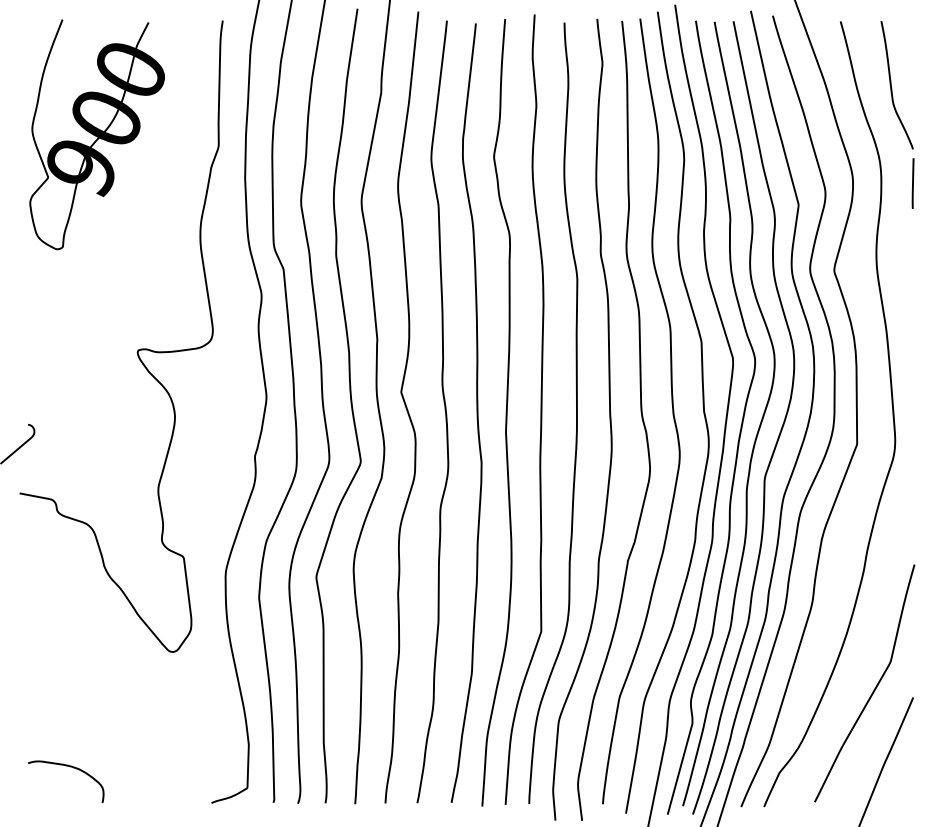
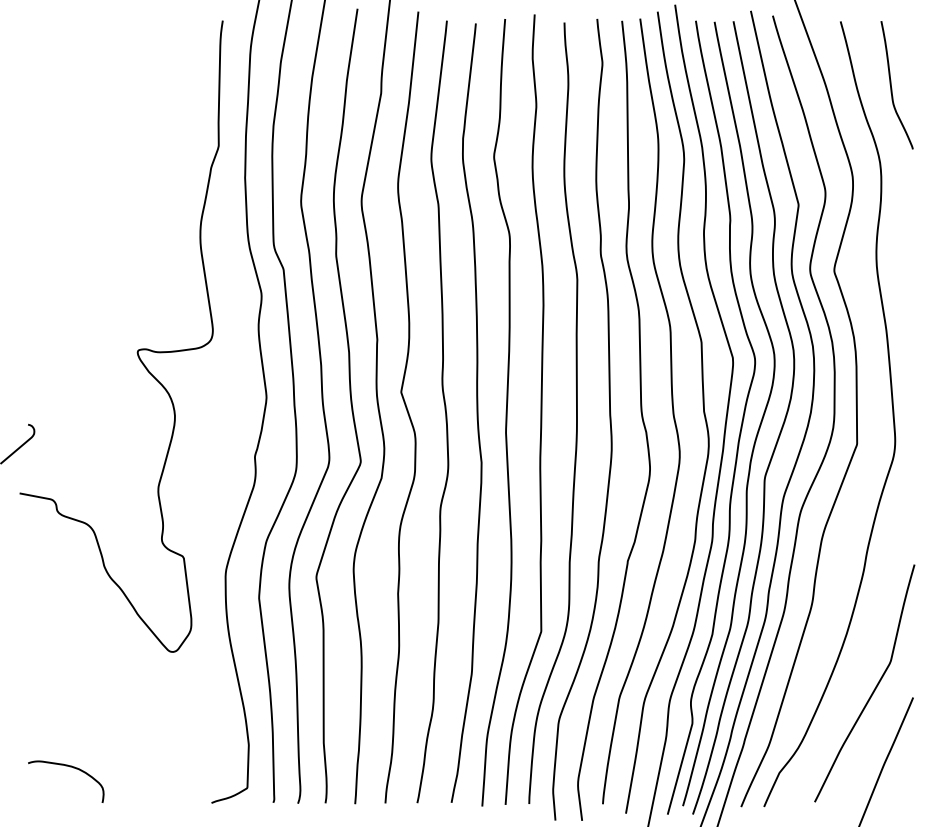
part at (96, 134): present -> none
line at (912, 183): present -> none
